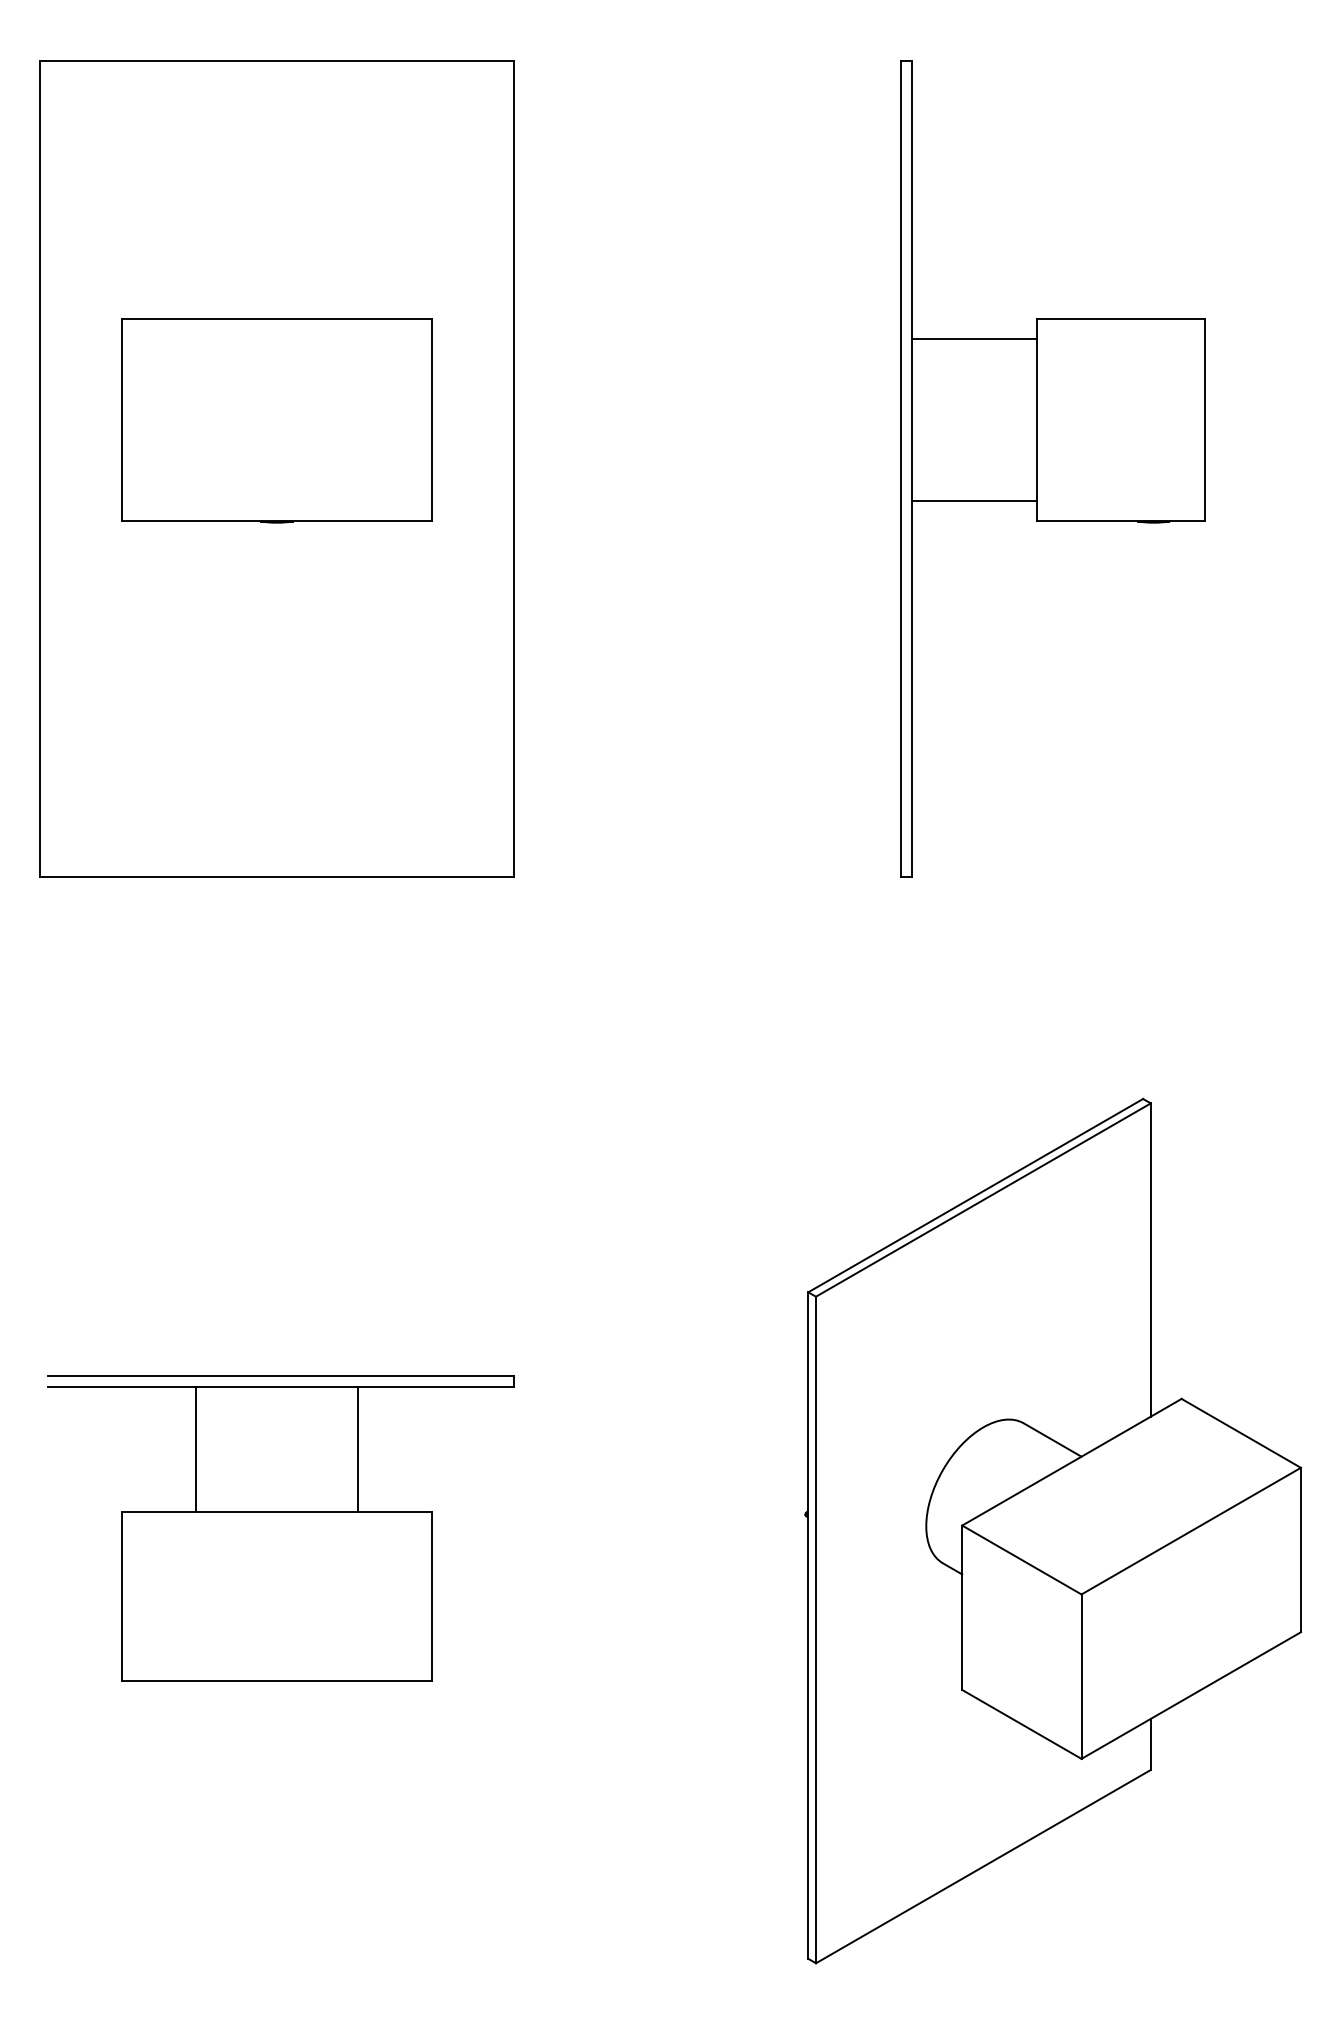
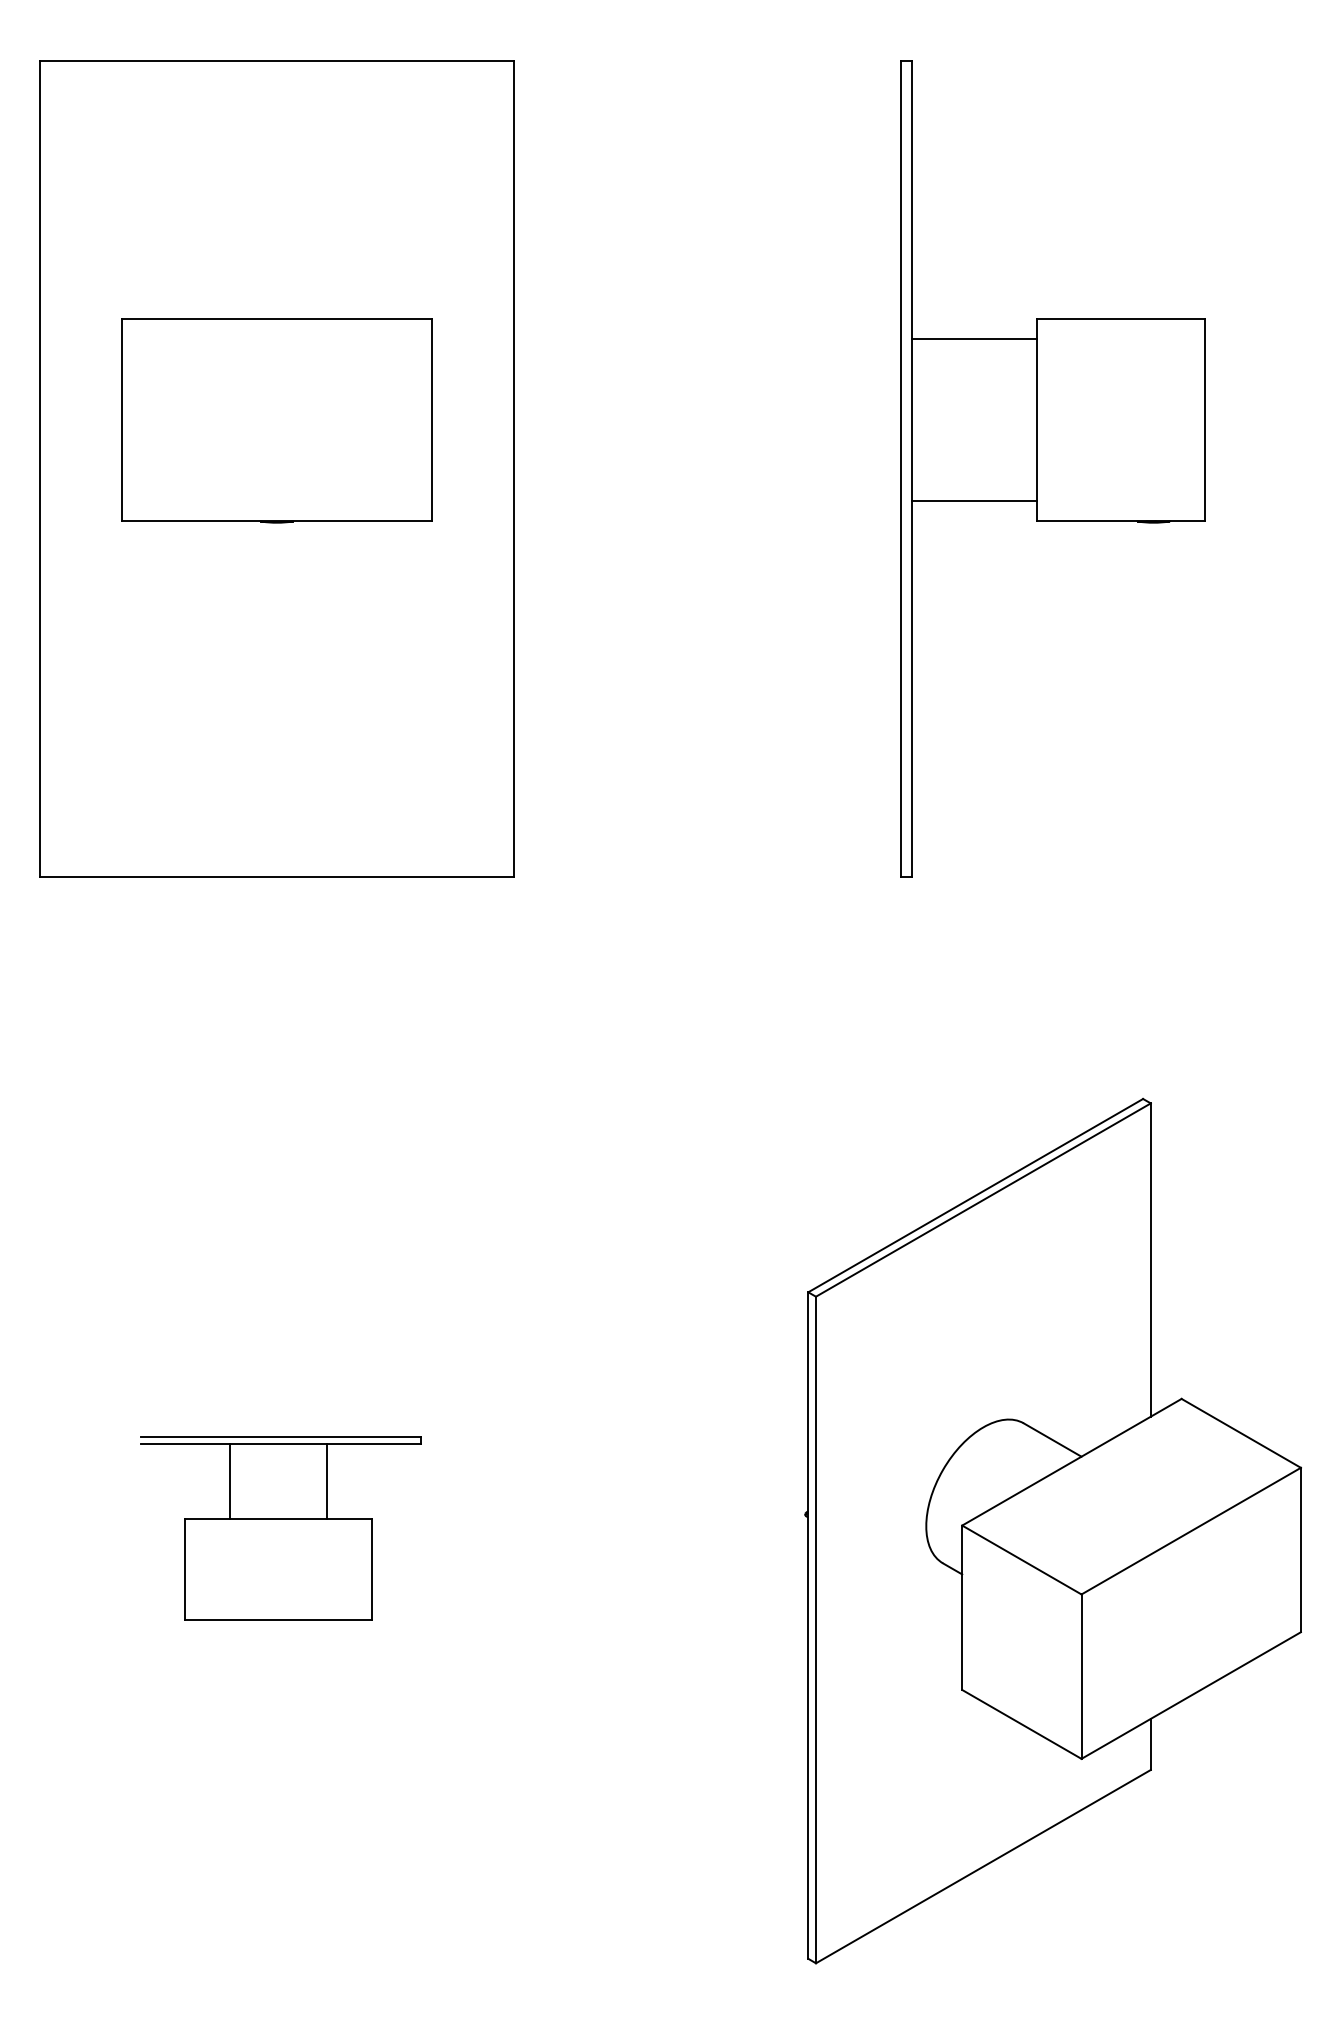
part at (280, 1528) size: 468x307 px -> 282x185 px
